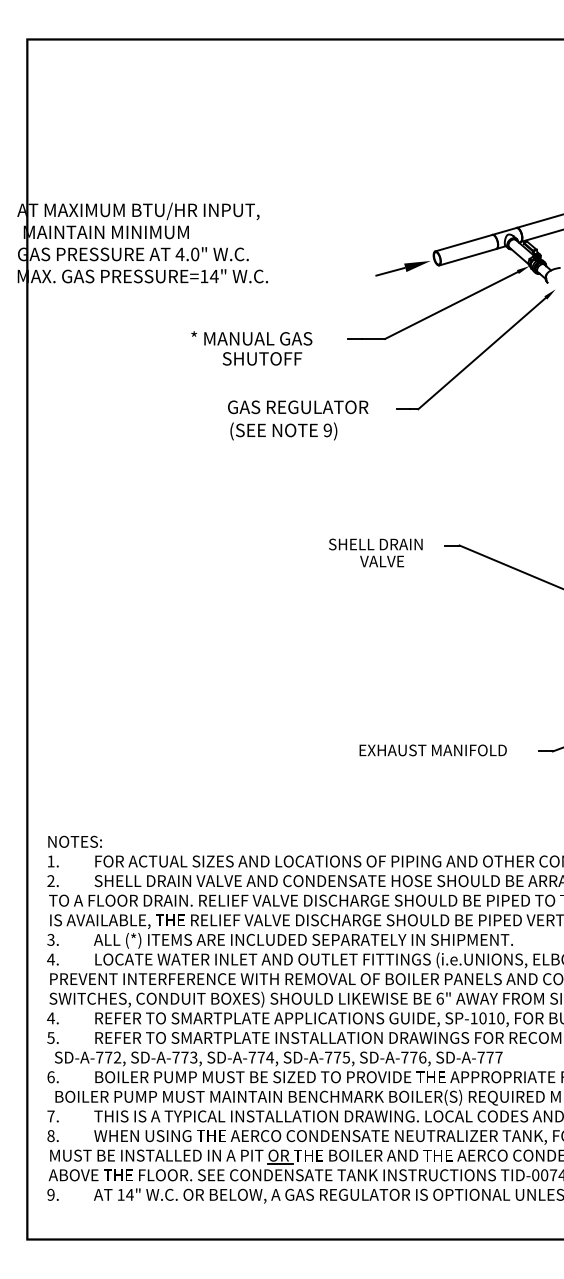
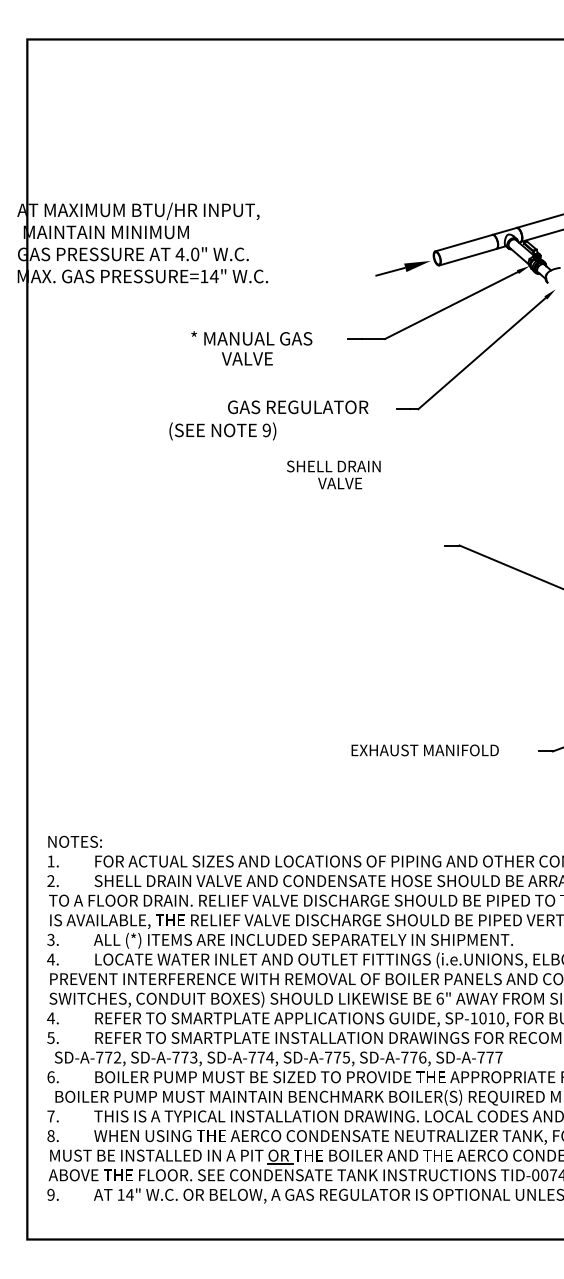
text at (261, 358): SHUTOFF -> VALVE
text at (283, 431) position: (283, 431) -> (222, 431)
text at (375, 552) position: (375, 552) -> (333, 474)
text at (432, 750) position: (432, 750) -> (424, 750)
